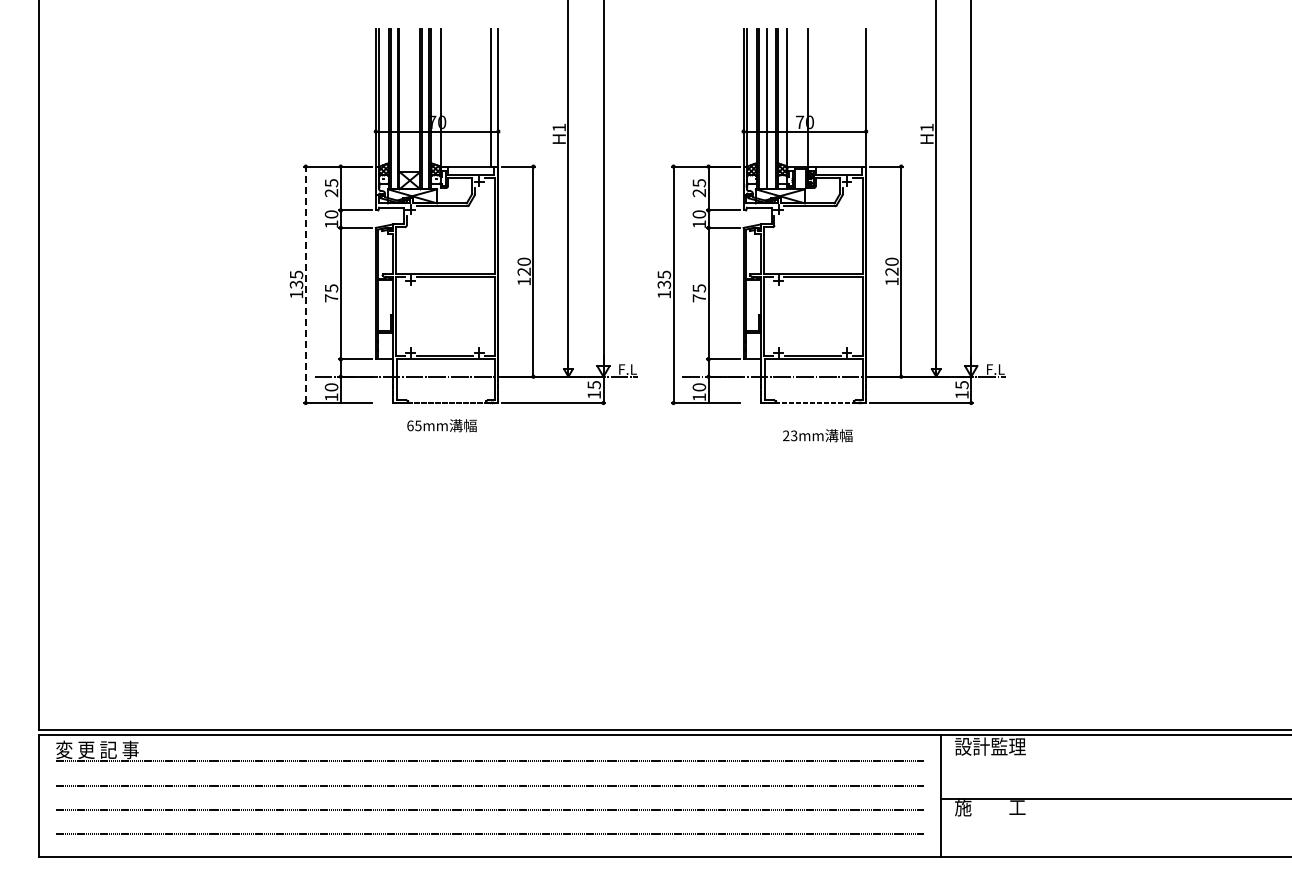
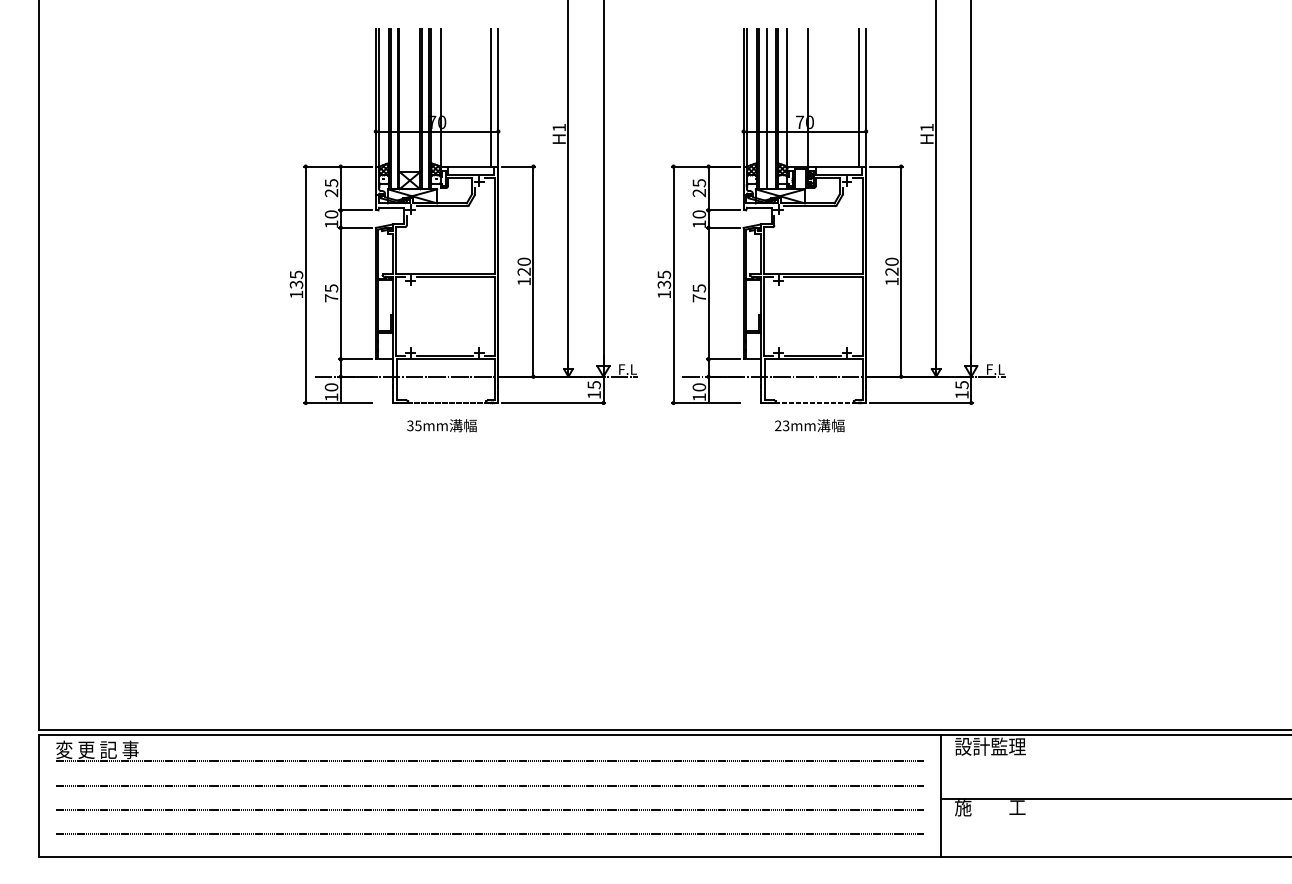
line at (858, 97): none -> present
line at (305, 284): dashed -> solid
text at (410, 425): 65mm -> 35mm
text at (817, 435) position: (817, 435) -> (809, 425)
